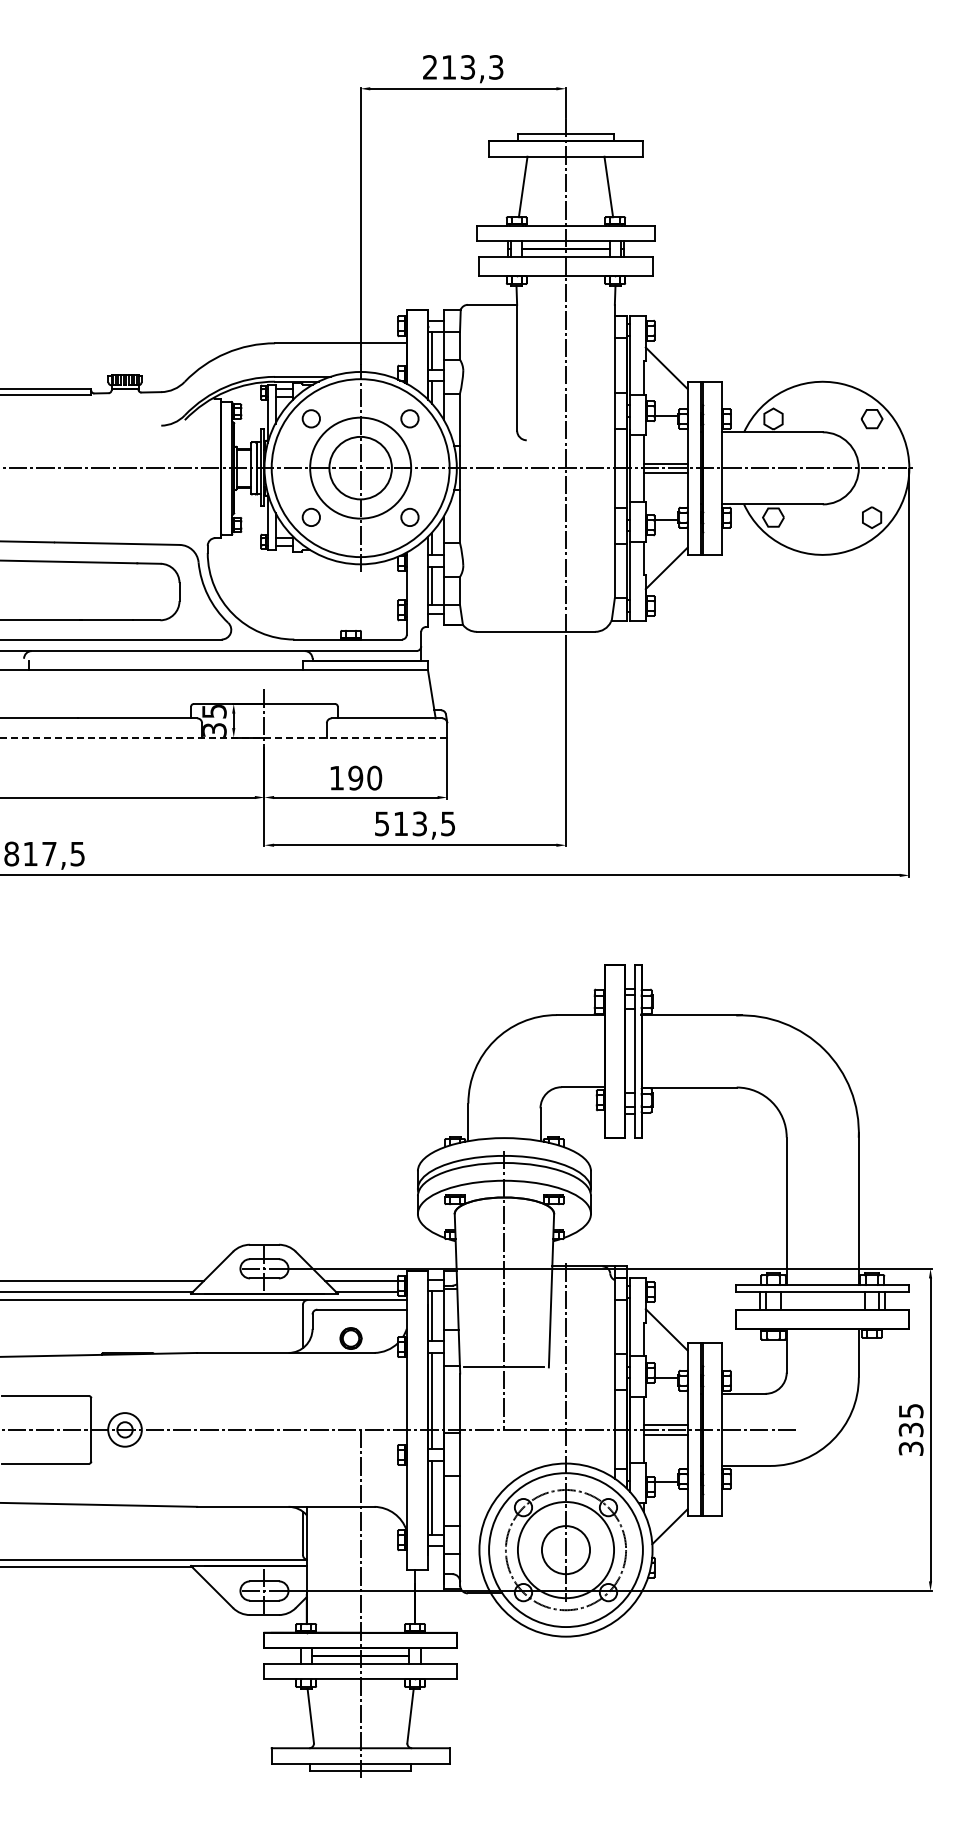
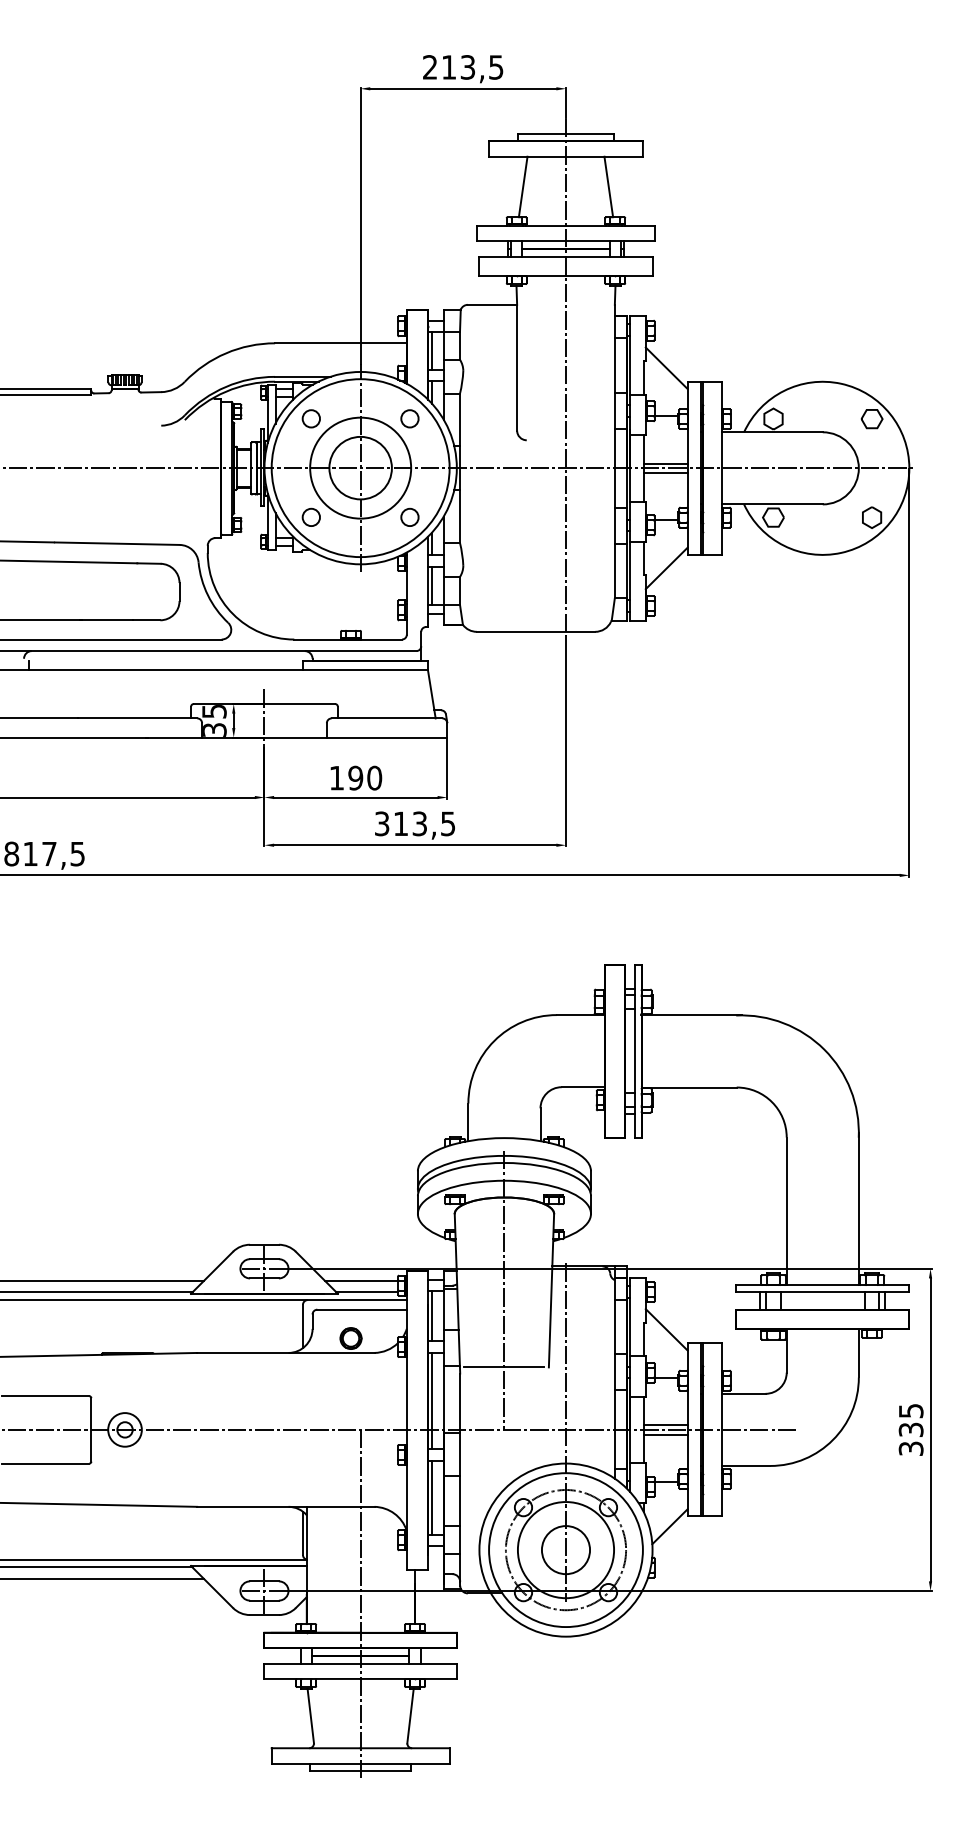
text at (496, 67): 213,3 -> 213,5
line at (223, 737): dashed -> solid
text at (382, 823): 513,5 -> 313,5
line at (103, 1578): none -> present
